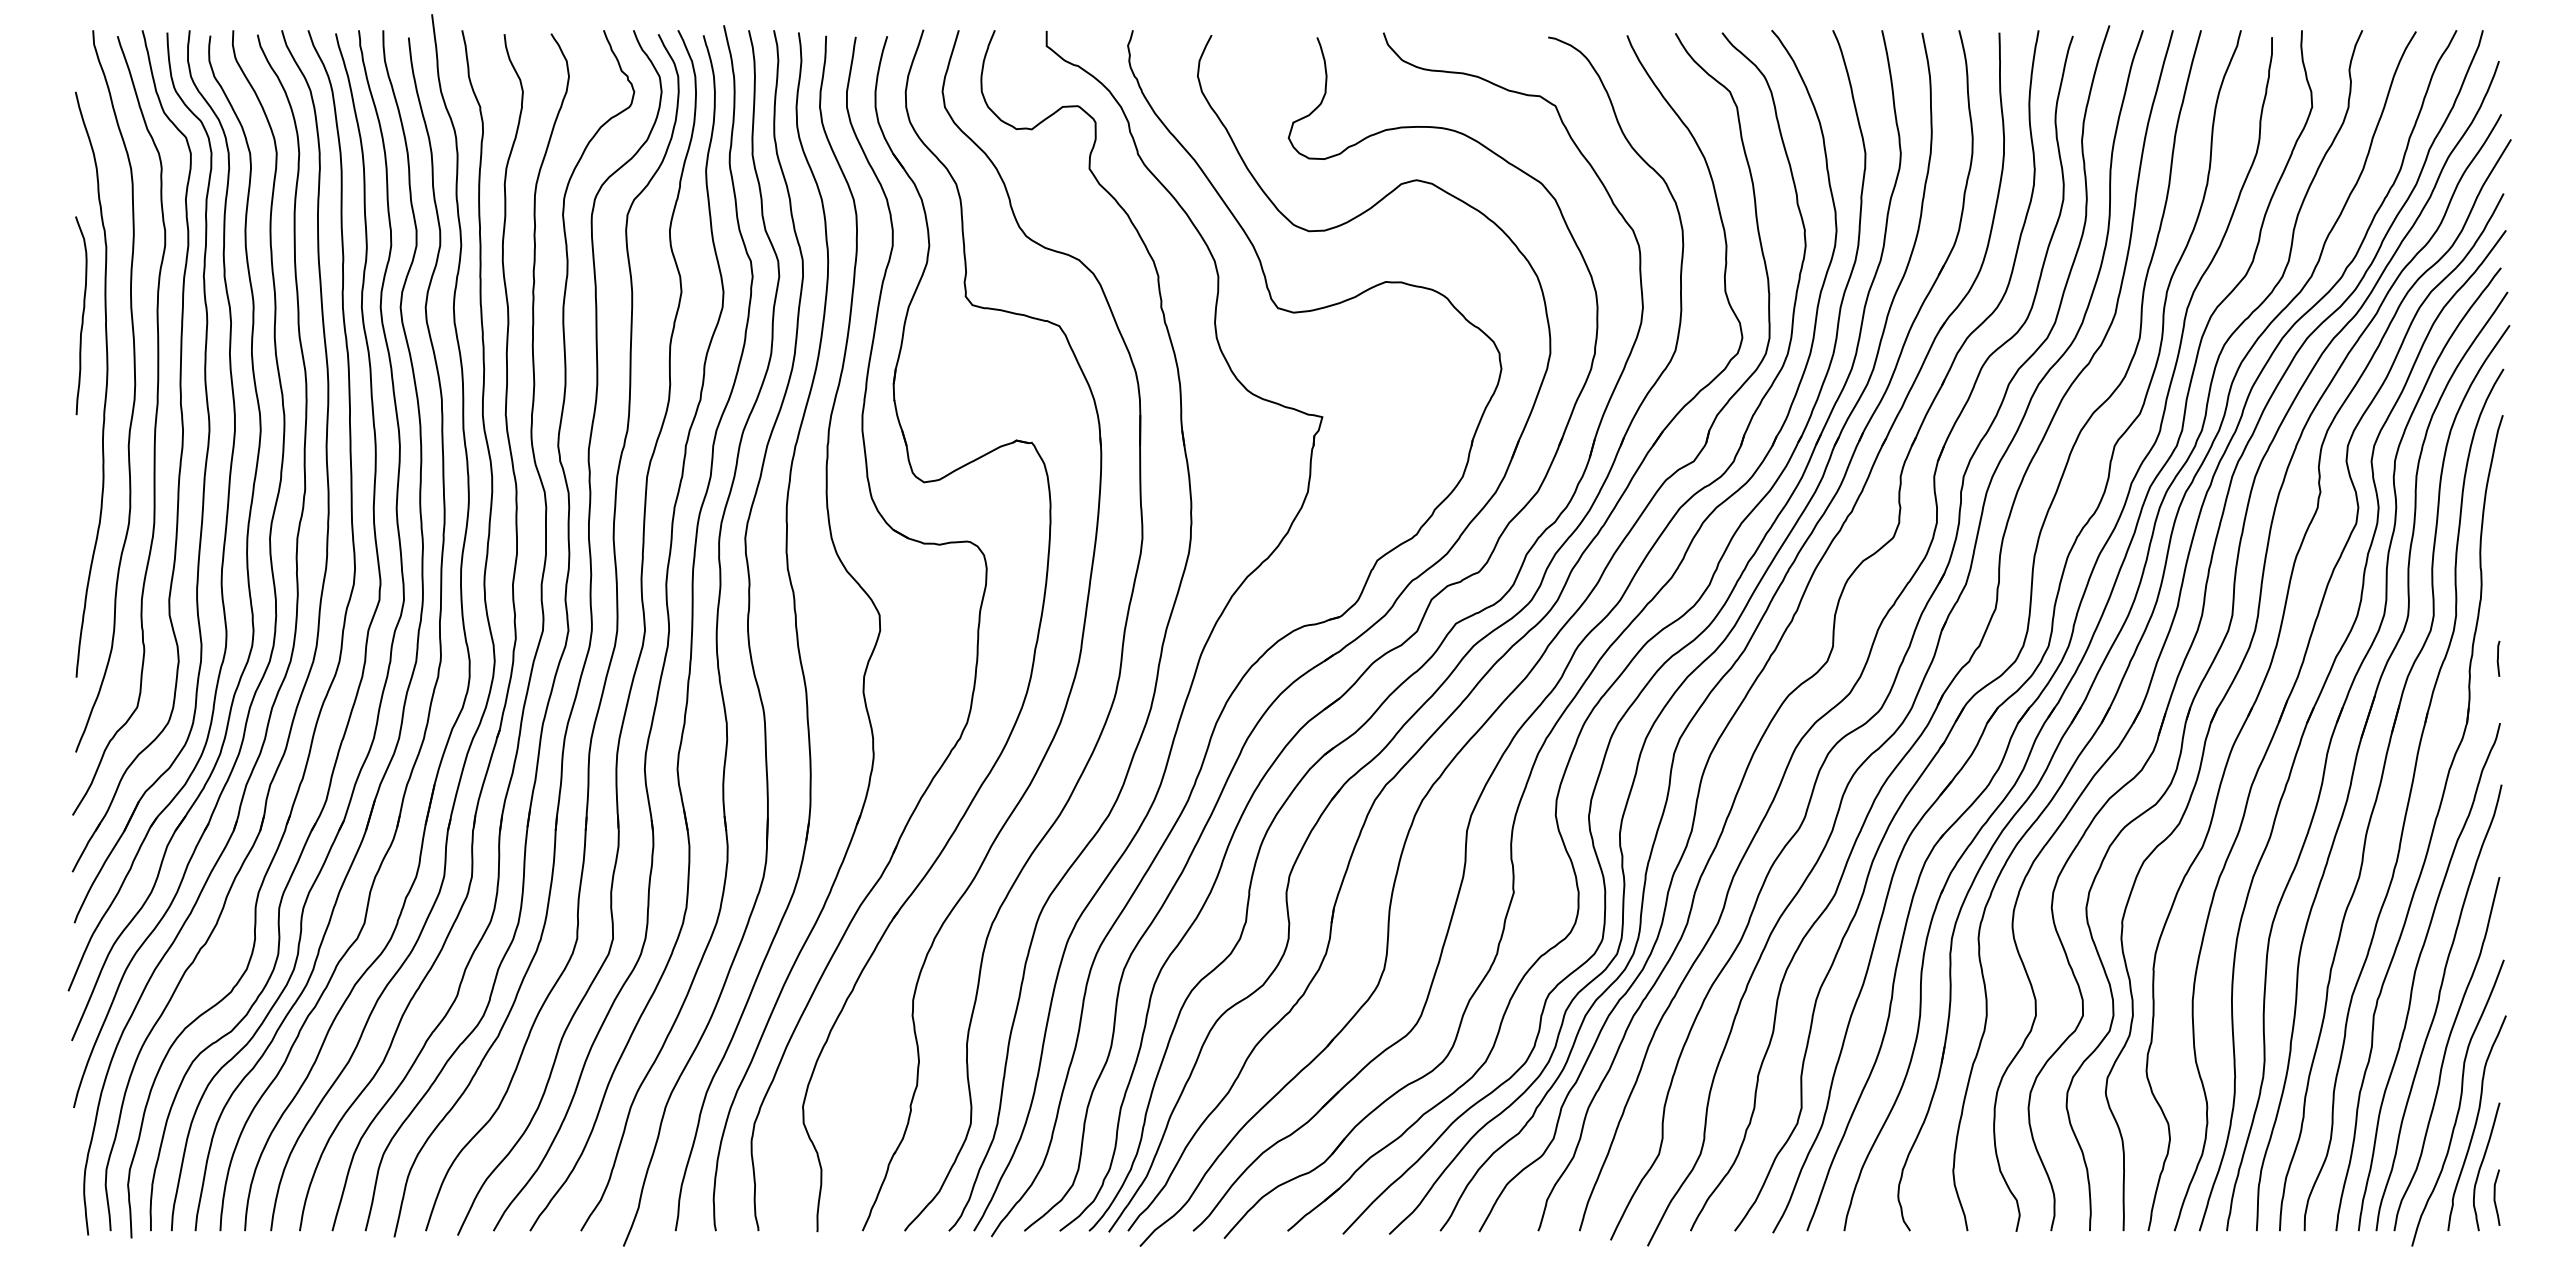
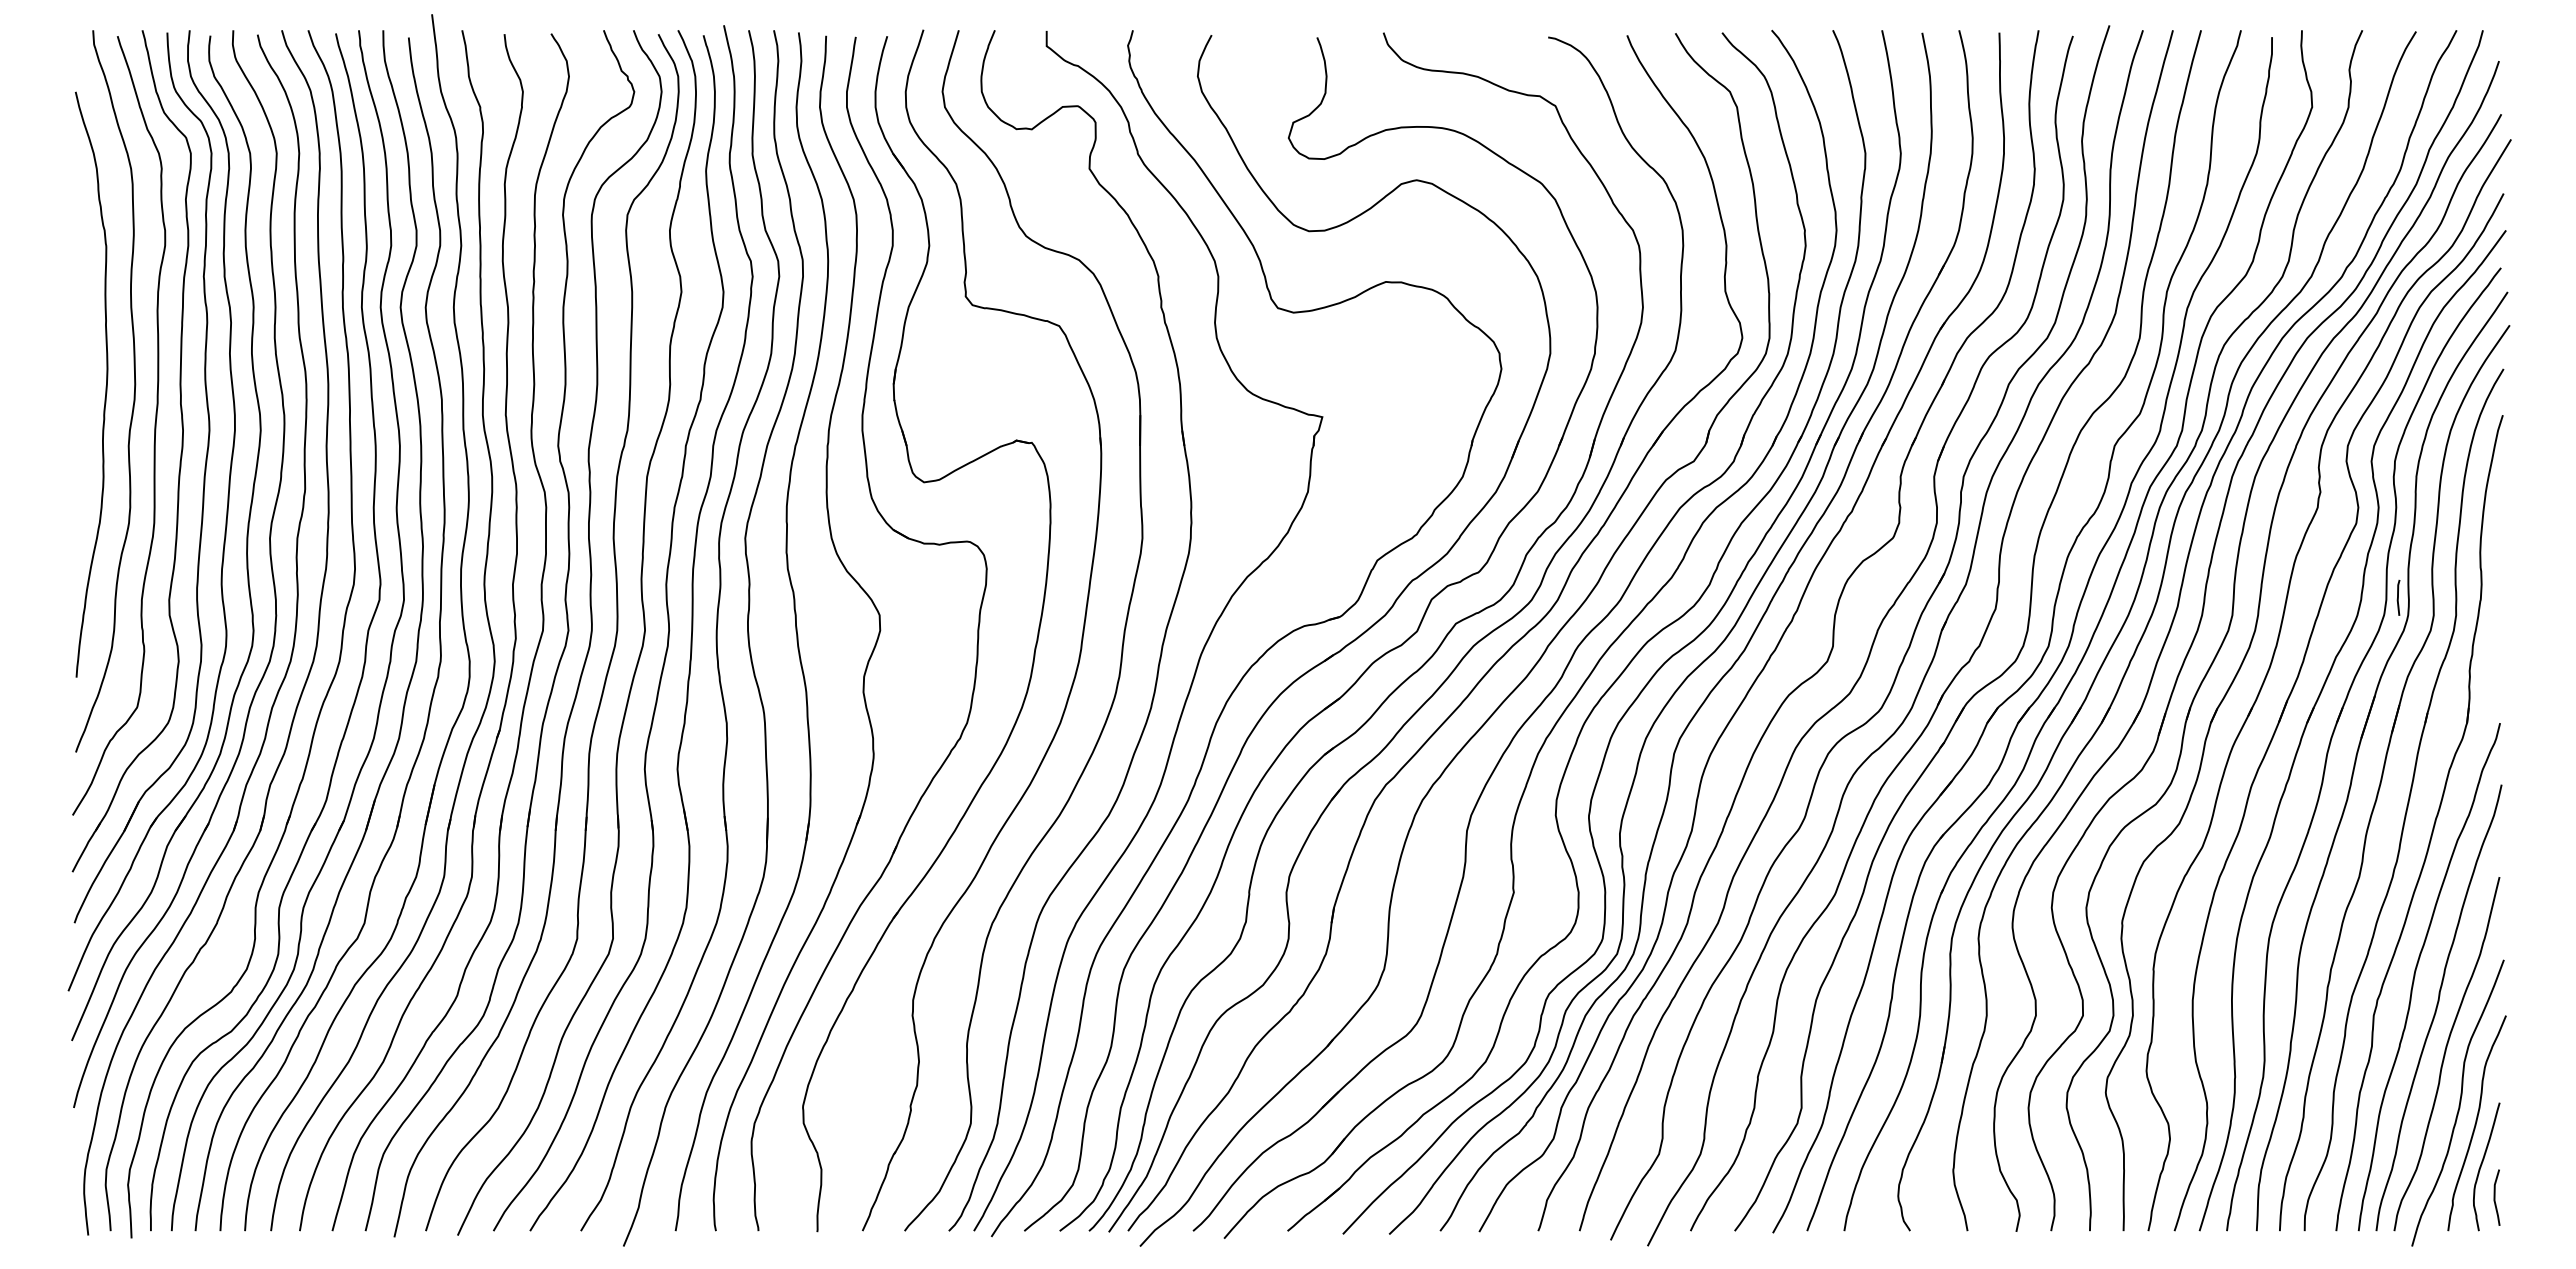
curve at (82, 315): present -> none
line at (2498, 658) position: (2498, 658) -> (2398, 597)
